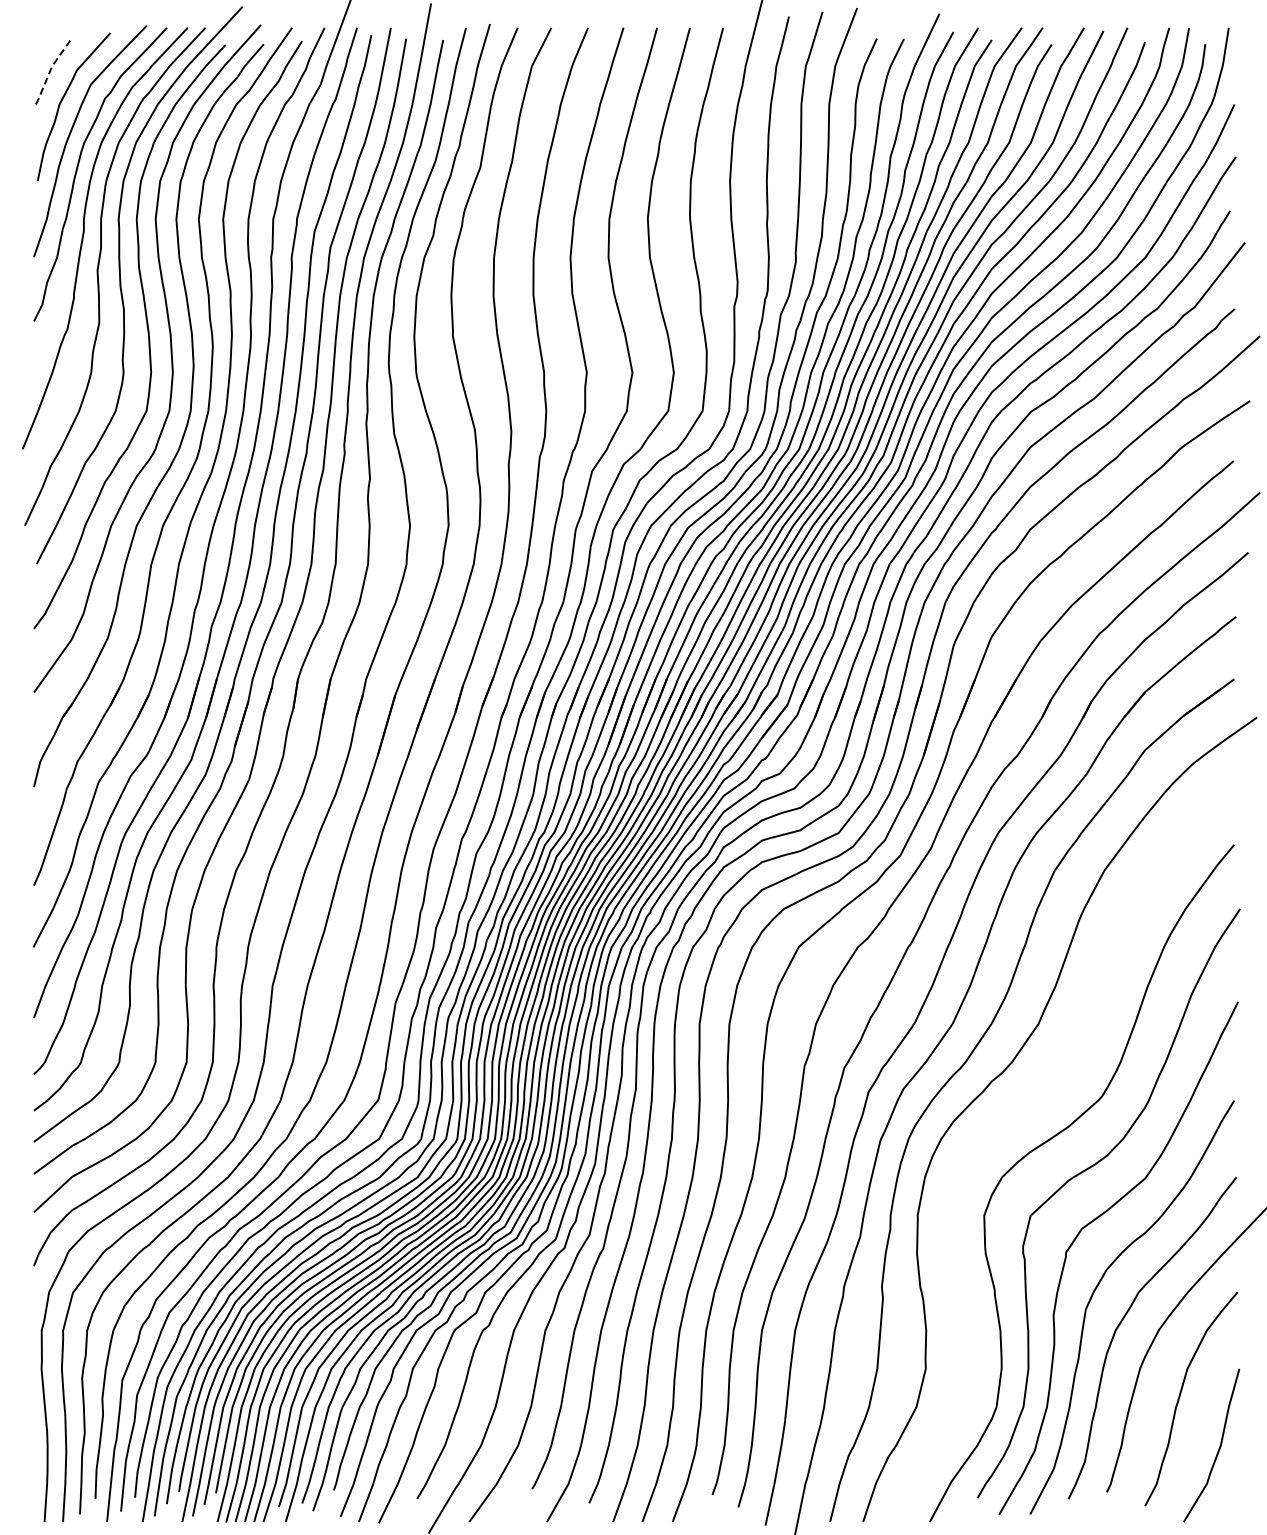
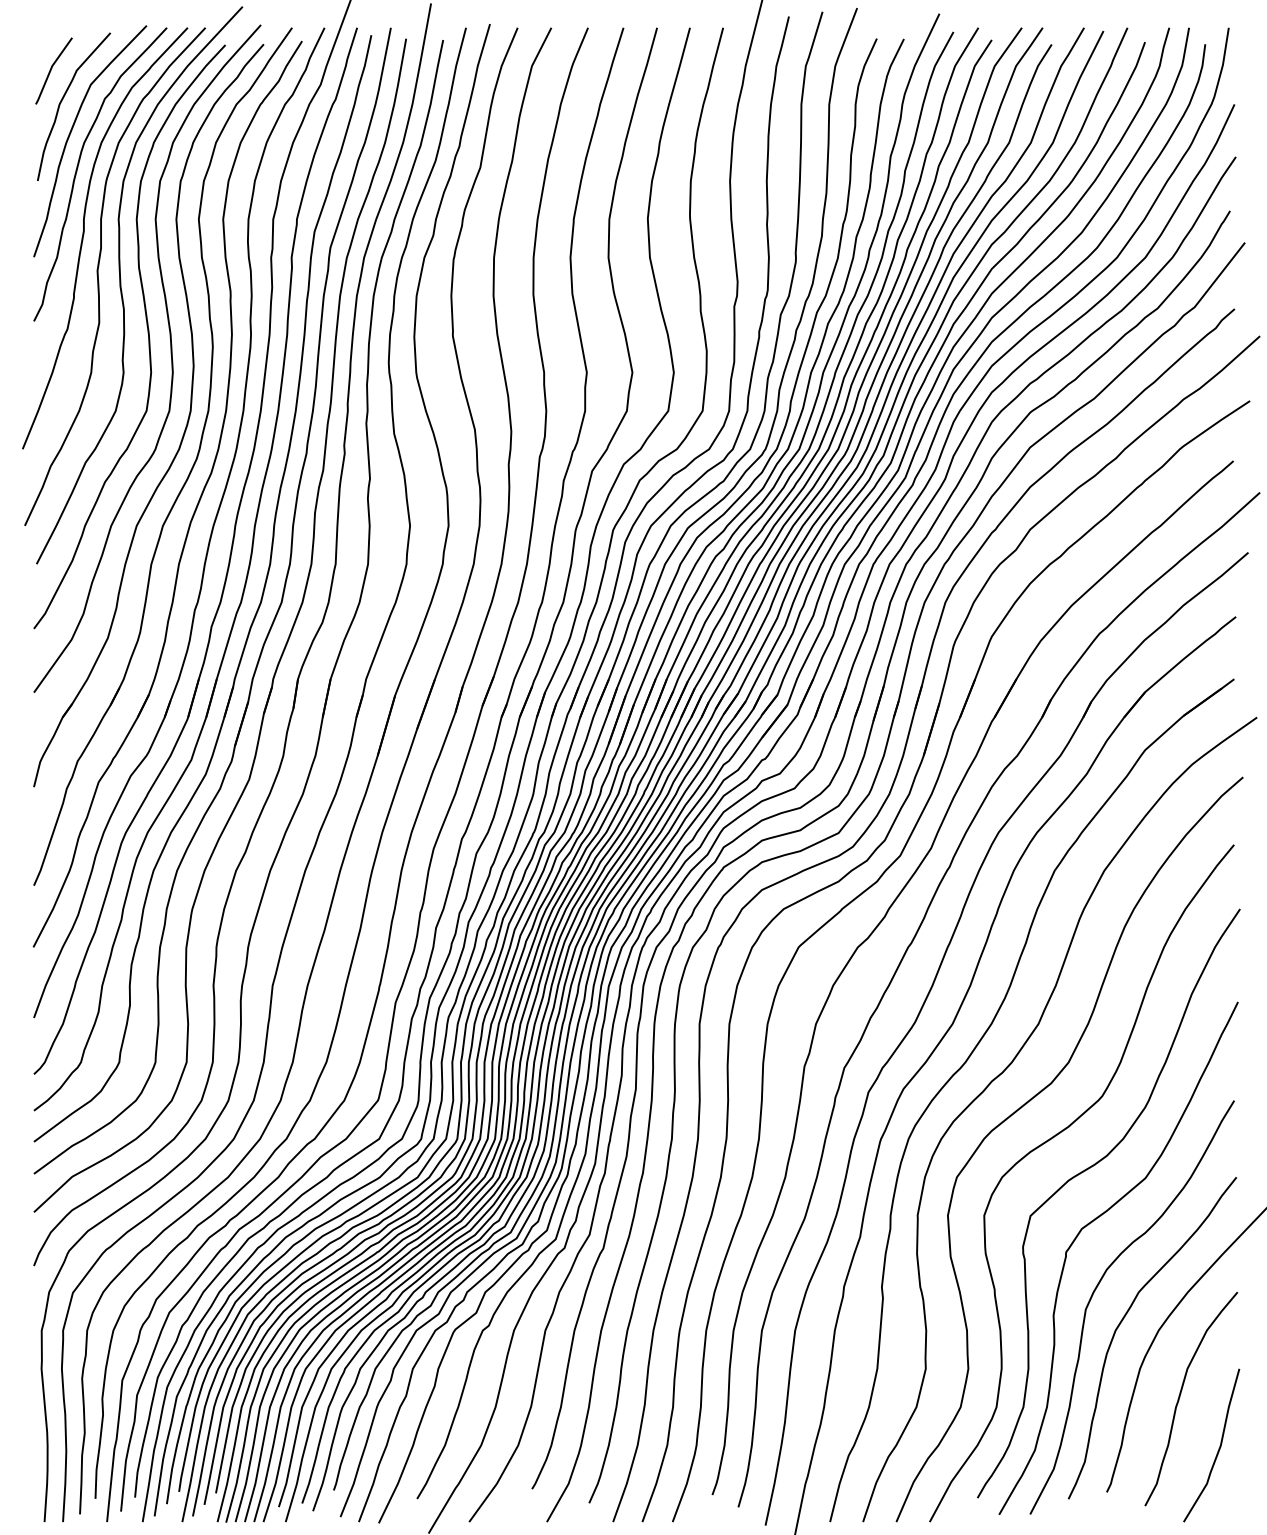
line at (50, 69): dashed -> solid
curve at (1030, 1101): none -> present
